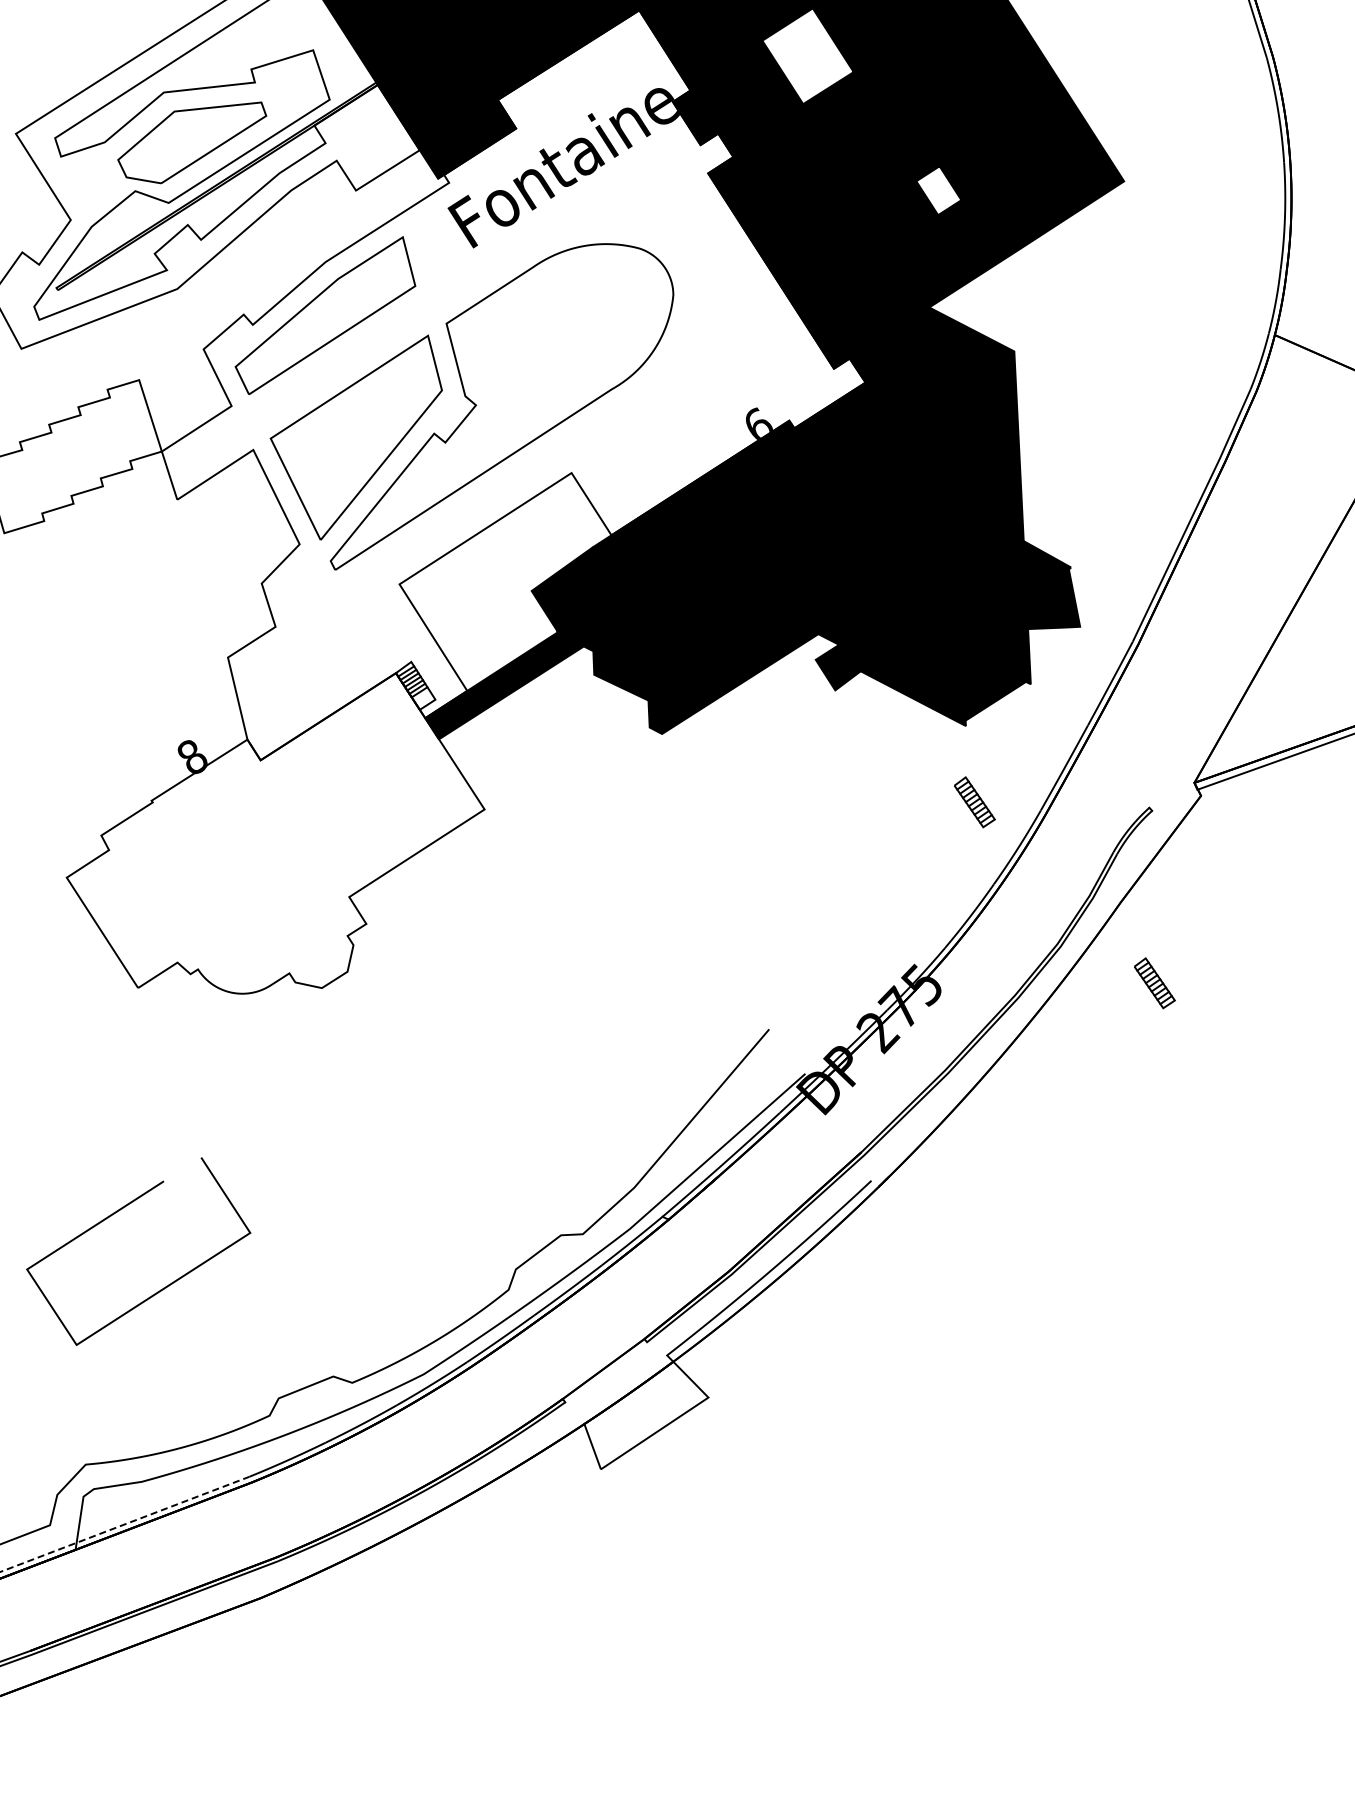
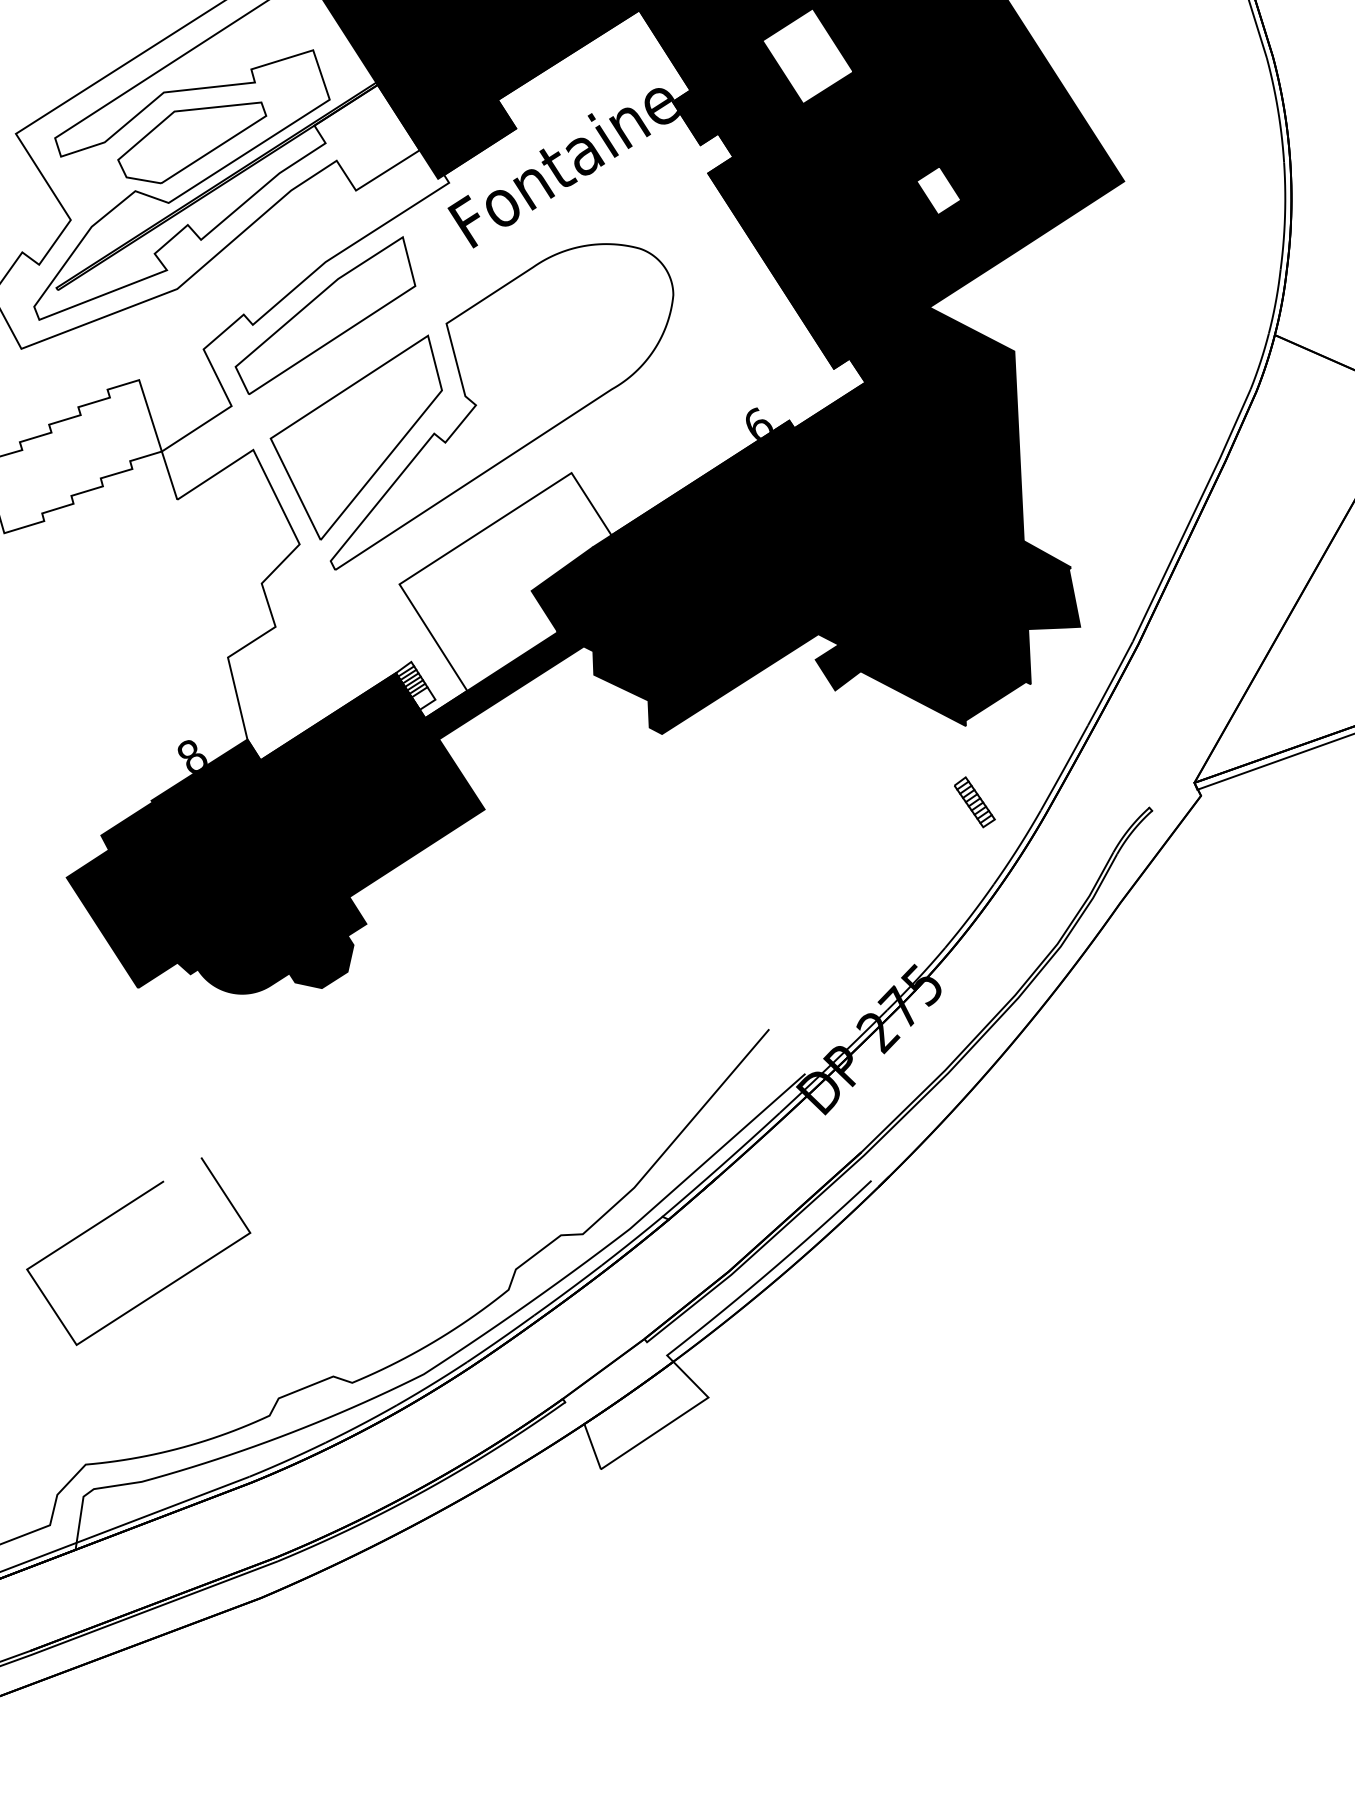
fill at (275, 833): none -> present
part at (1154, 983): present -> none
line at (125, 1524): dashed -> solid
